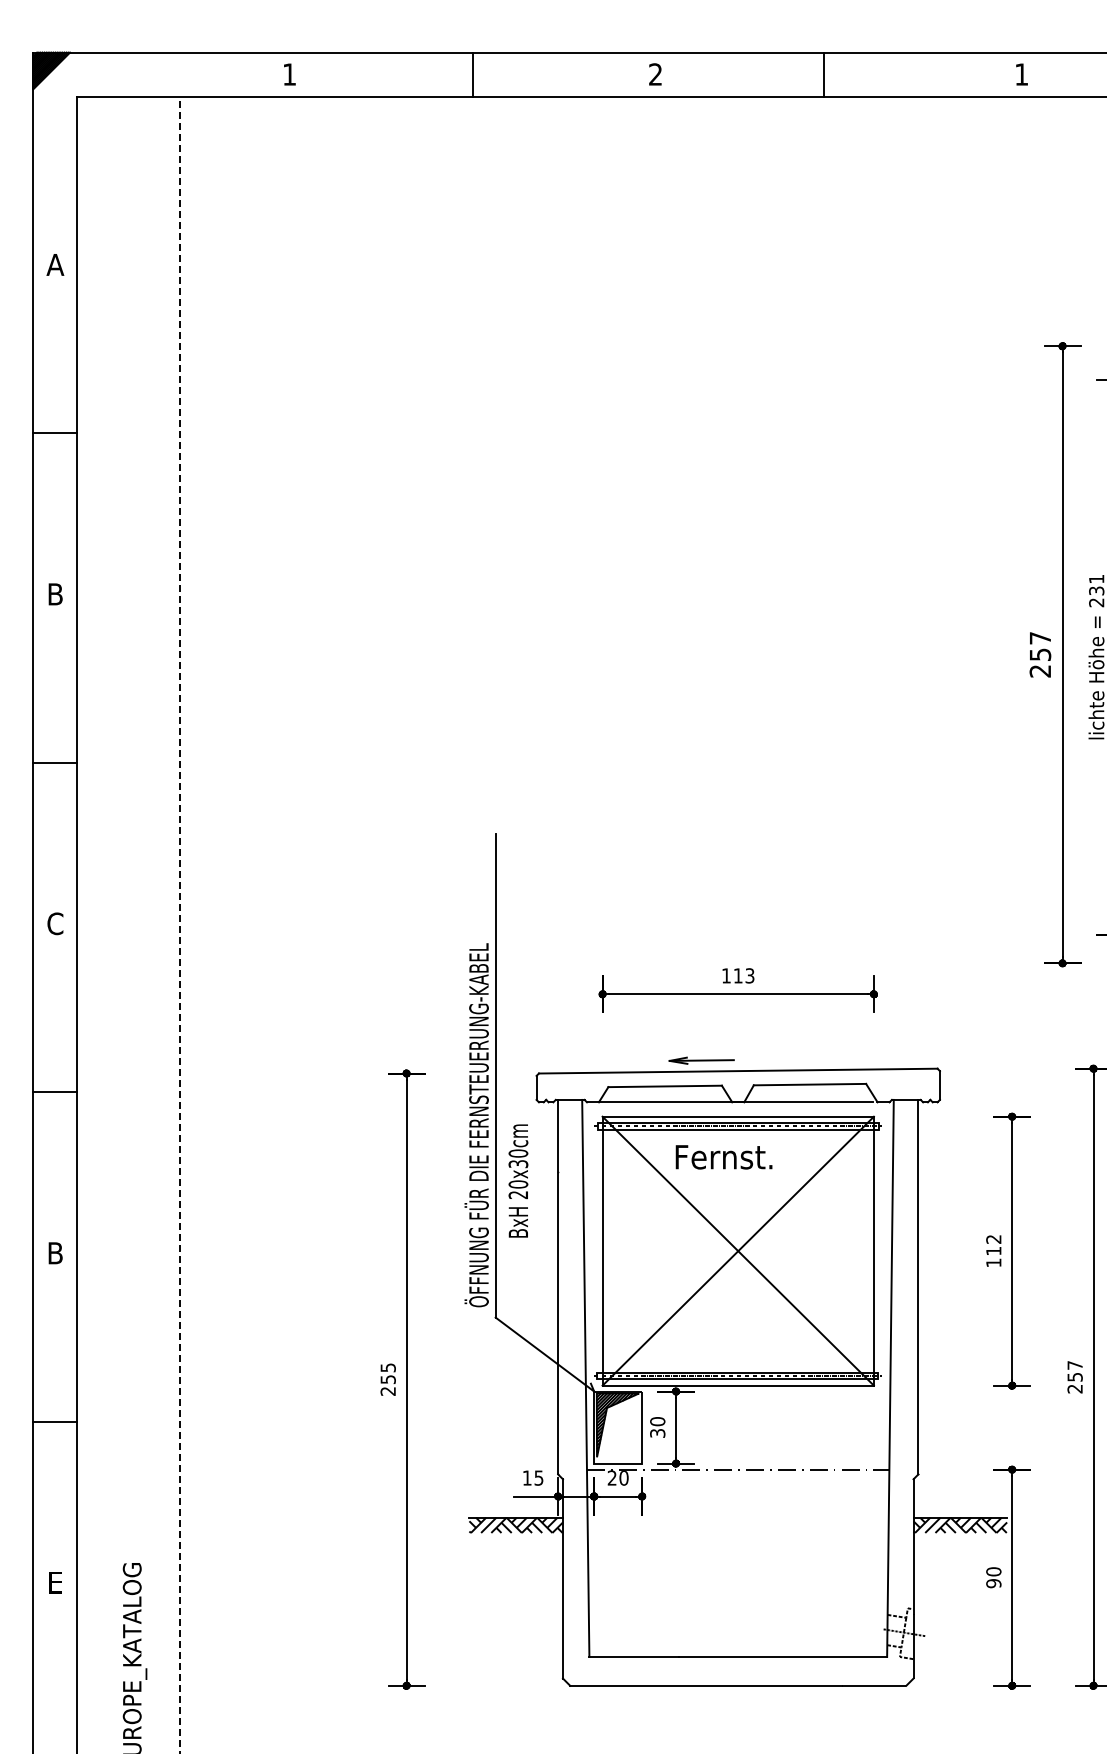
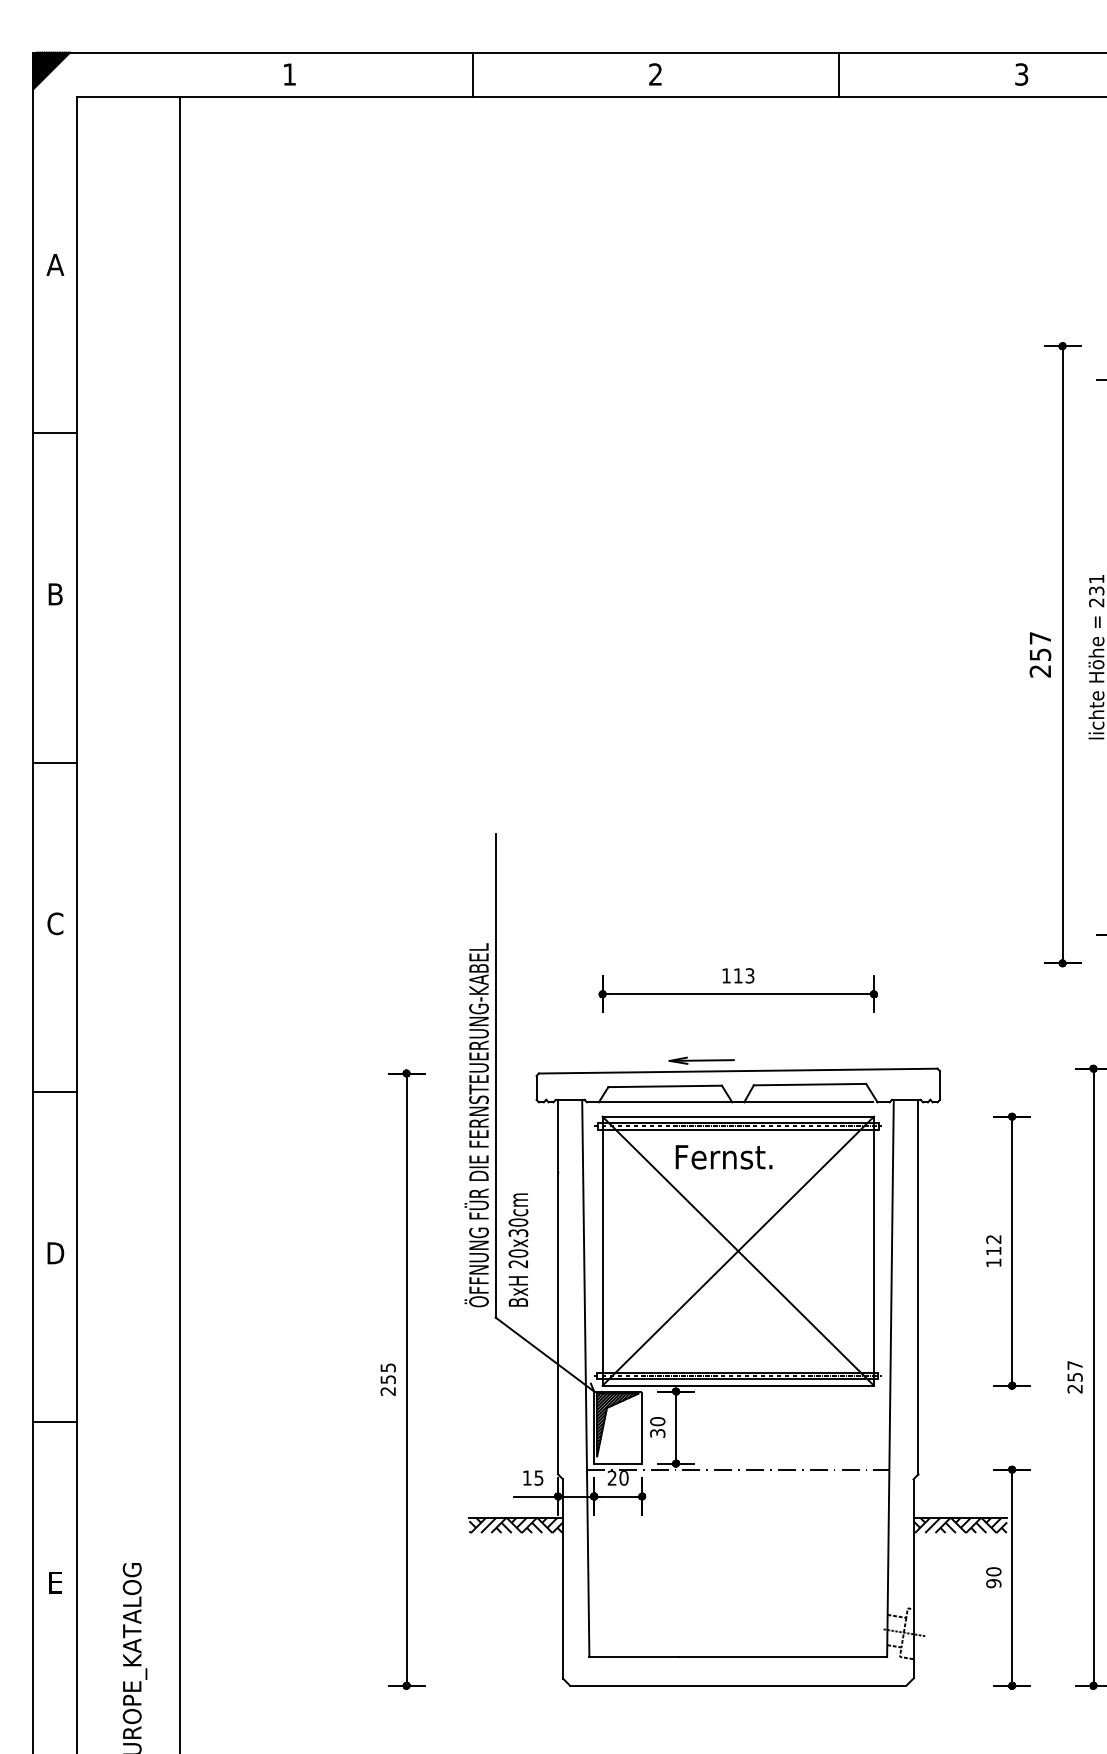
line at (823, 74) position: (823, 74) -> (838, 74)
text at (1021, 74): 1 -> 3
line at (179, 924): dashed -> solid
text at (518, 1180) position: (518, 1180) -> (518, 1249)
text at (55, 1253): B -> D
